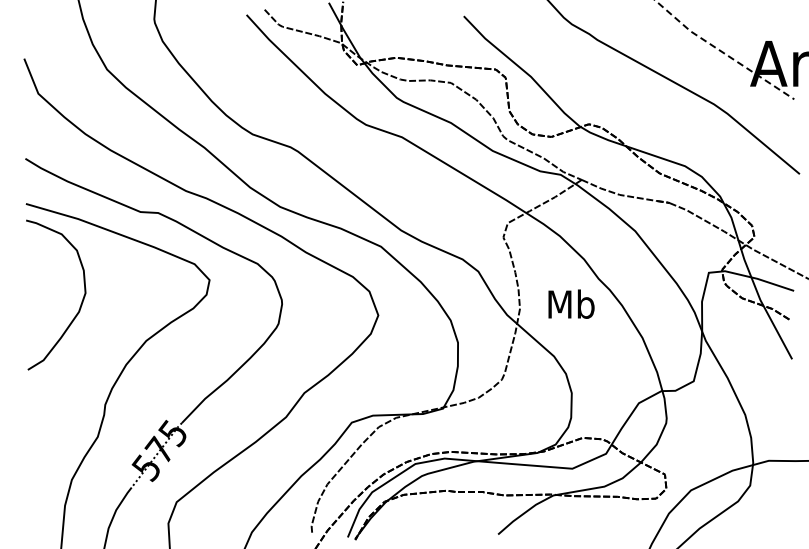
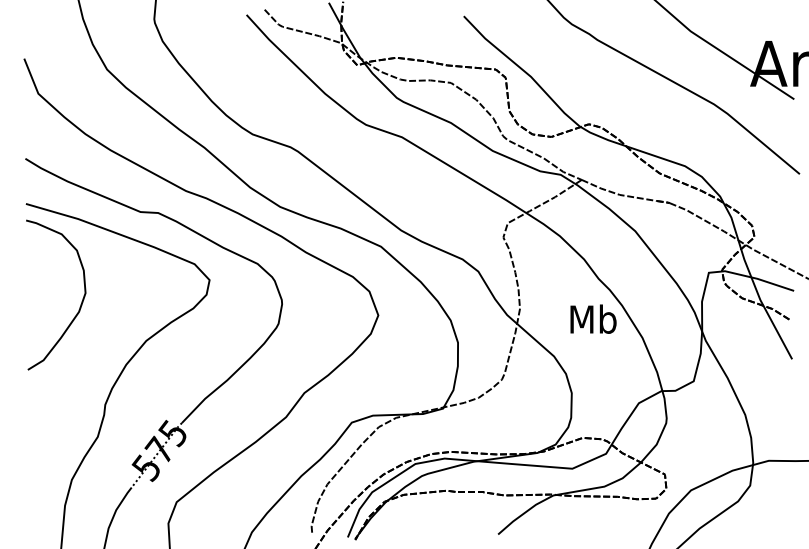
line at (722, 52): dashed -> solid
text at (571, 303) position: (571, 303) -> (593, 318)
